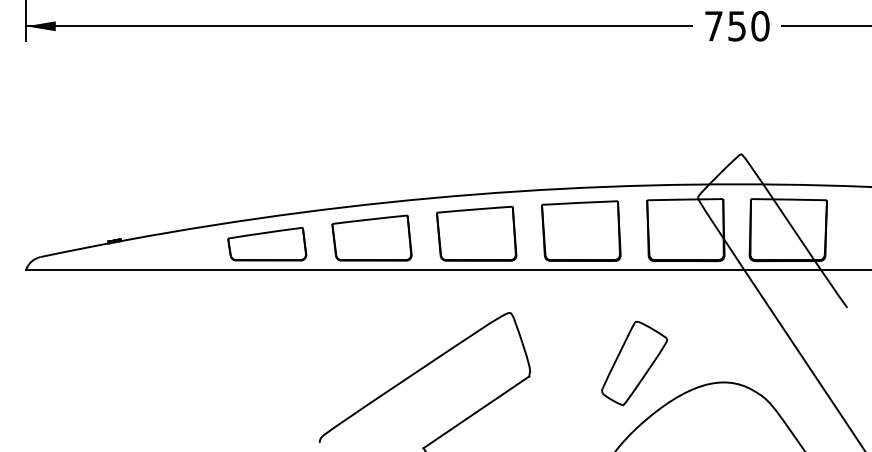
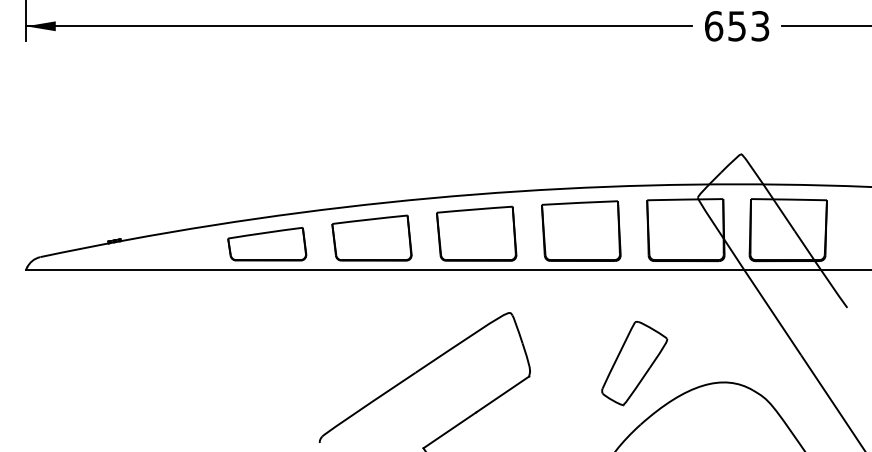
text at (737, 26): 750 -> 653
